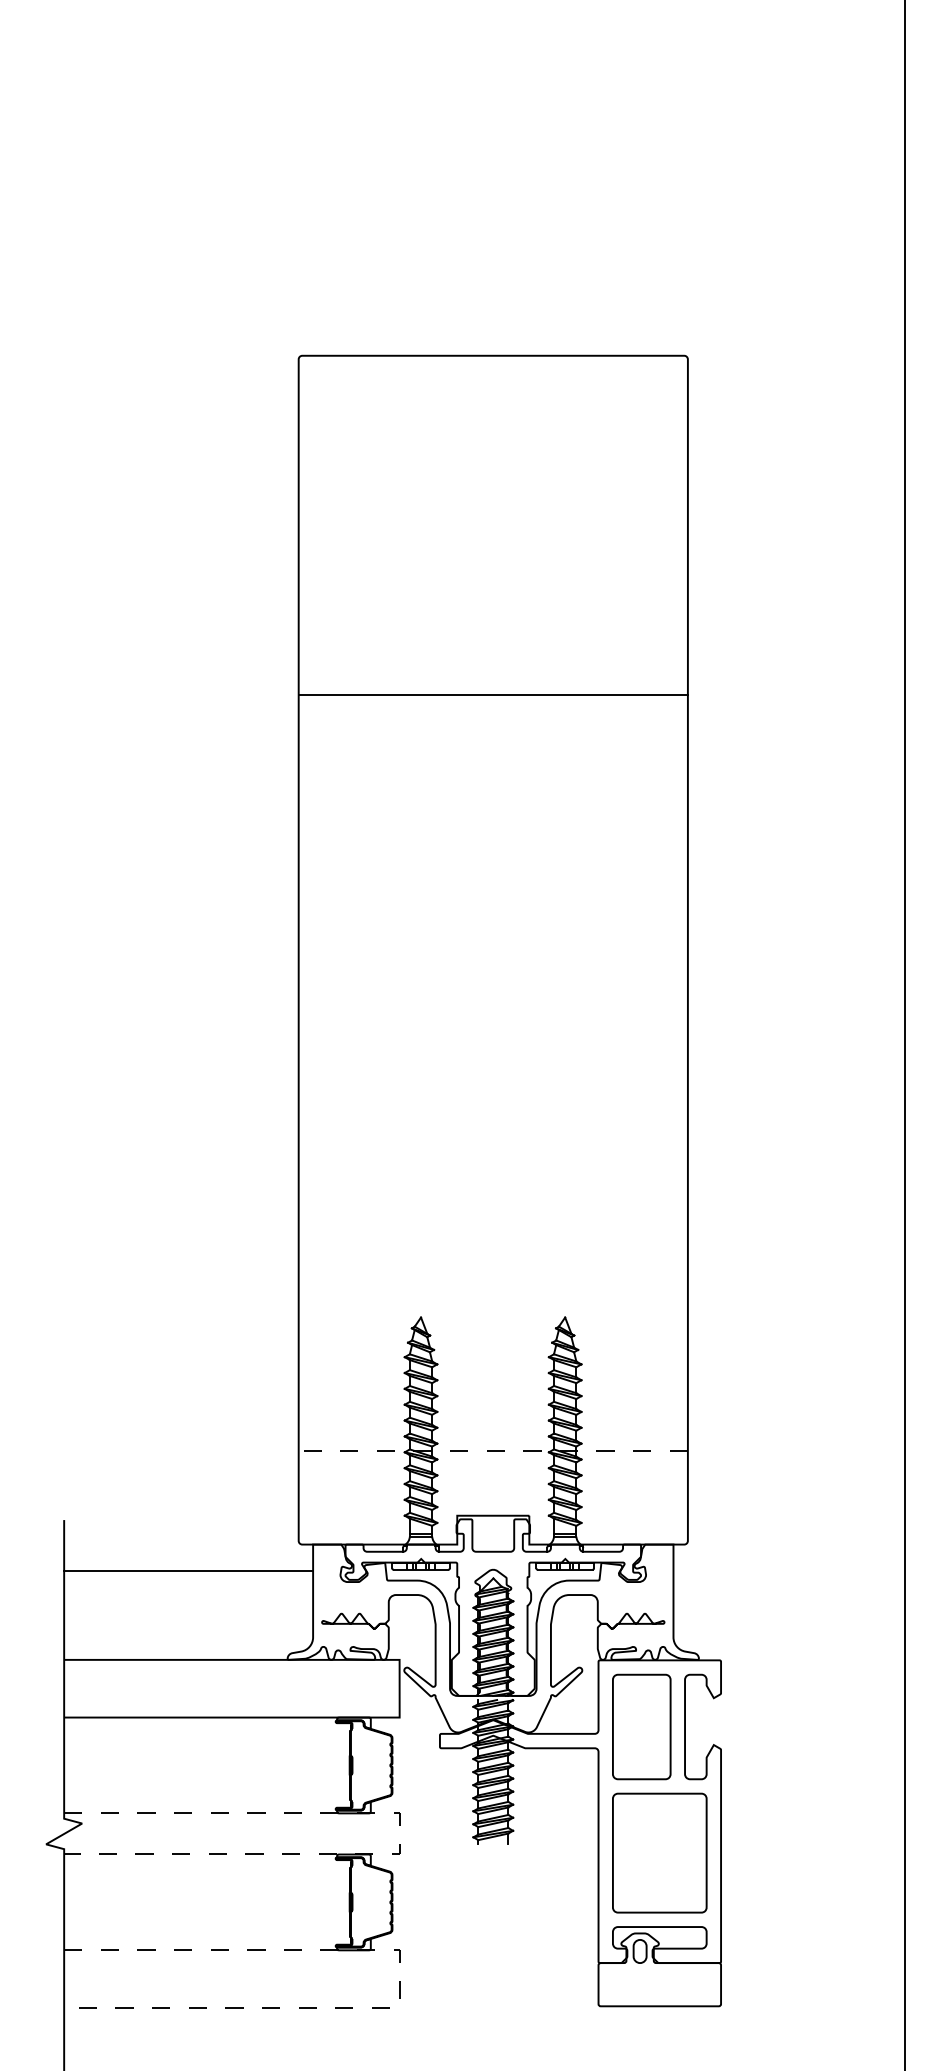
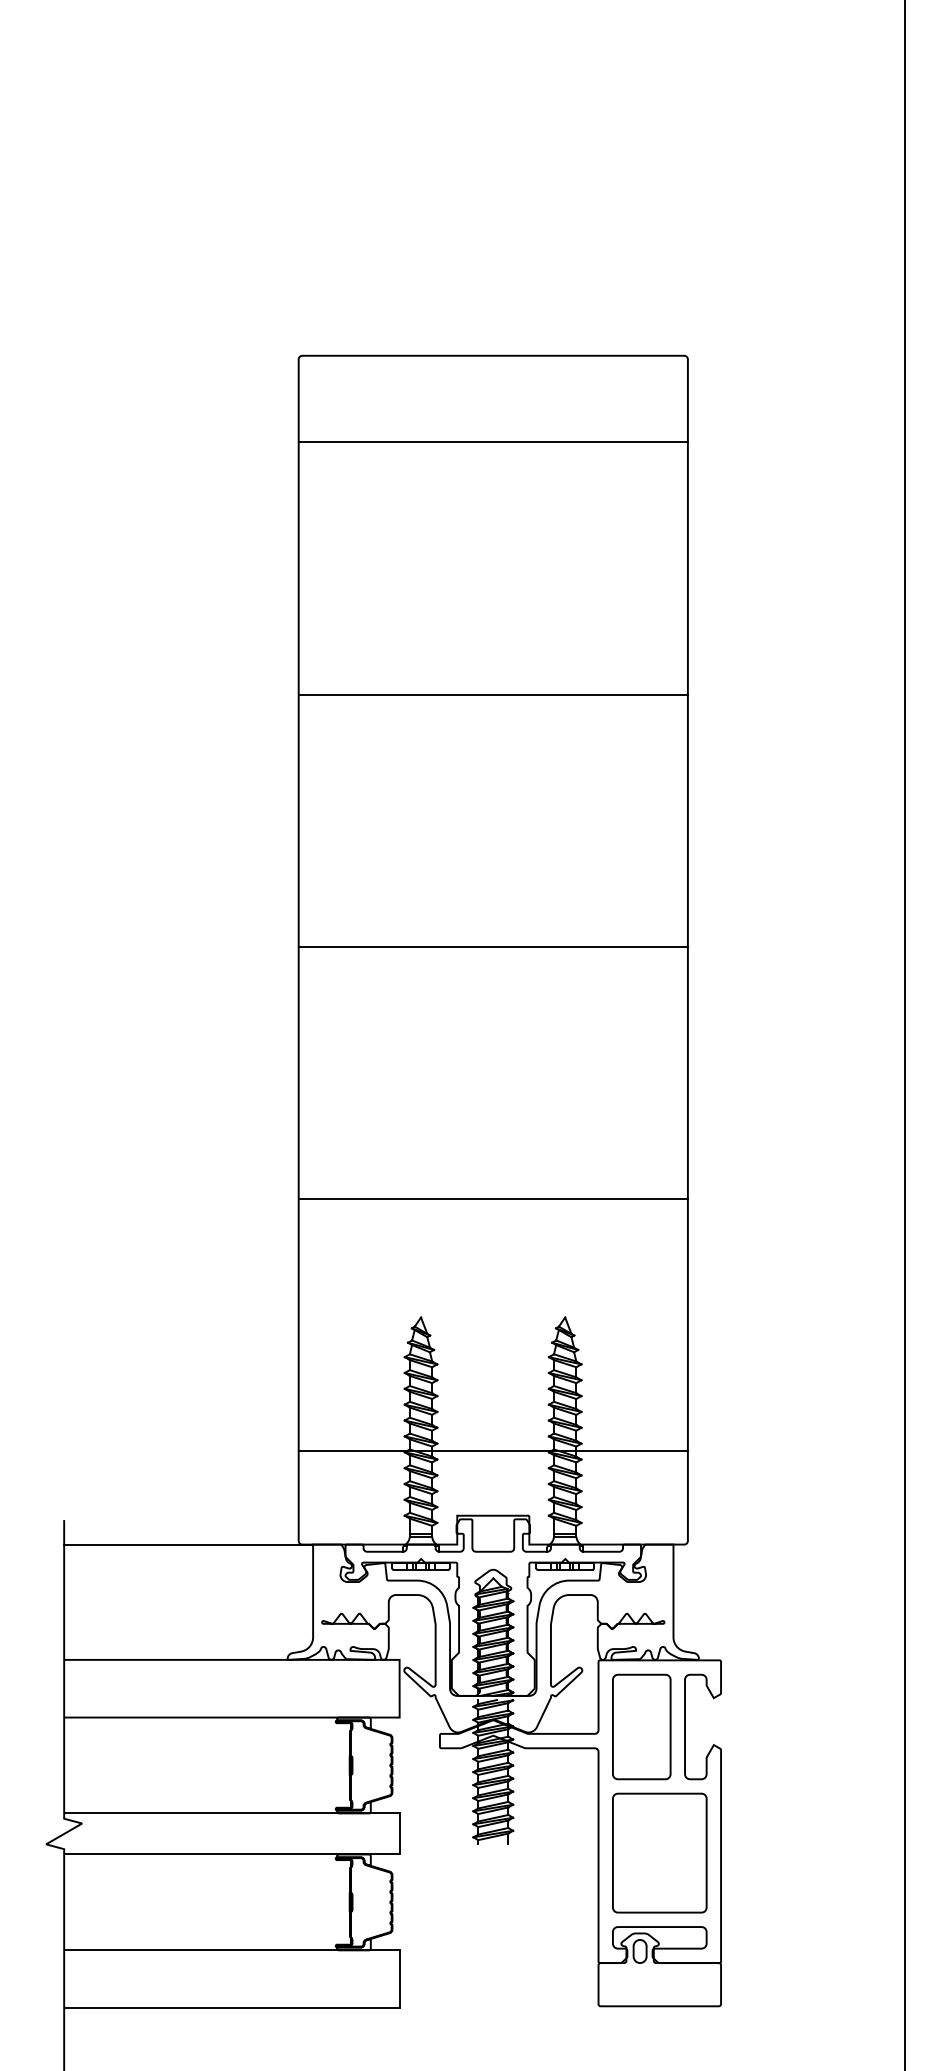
line at (492, 442): none -> present
line at (492, 946): none -> present
line at (492, 1199): none -> present
line at (493, 1451): dashed -> solid
line at (188, 1570) position: (188, 1570) -> (188, 1544)
line at (399, 1833): dashed -> solid
line at (399, 1979): dashed -> solid
